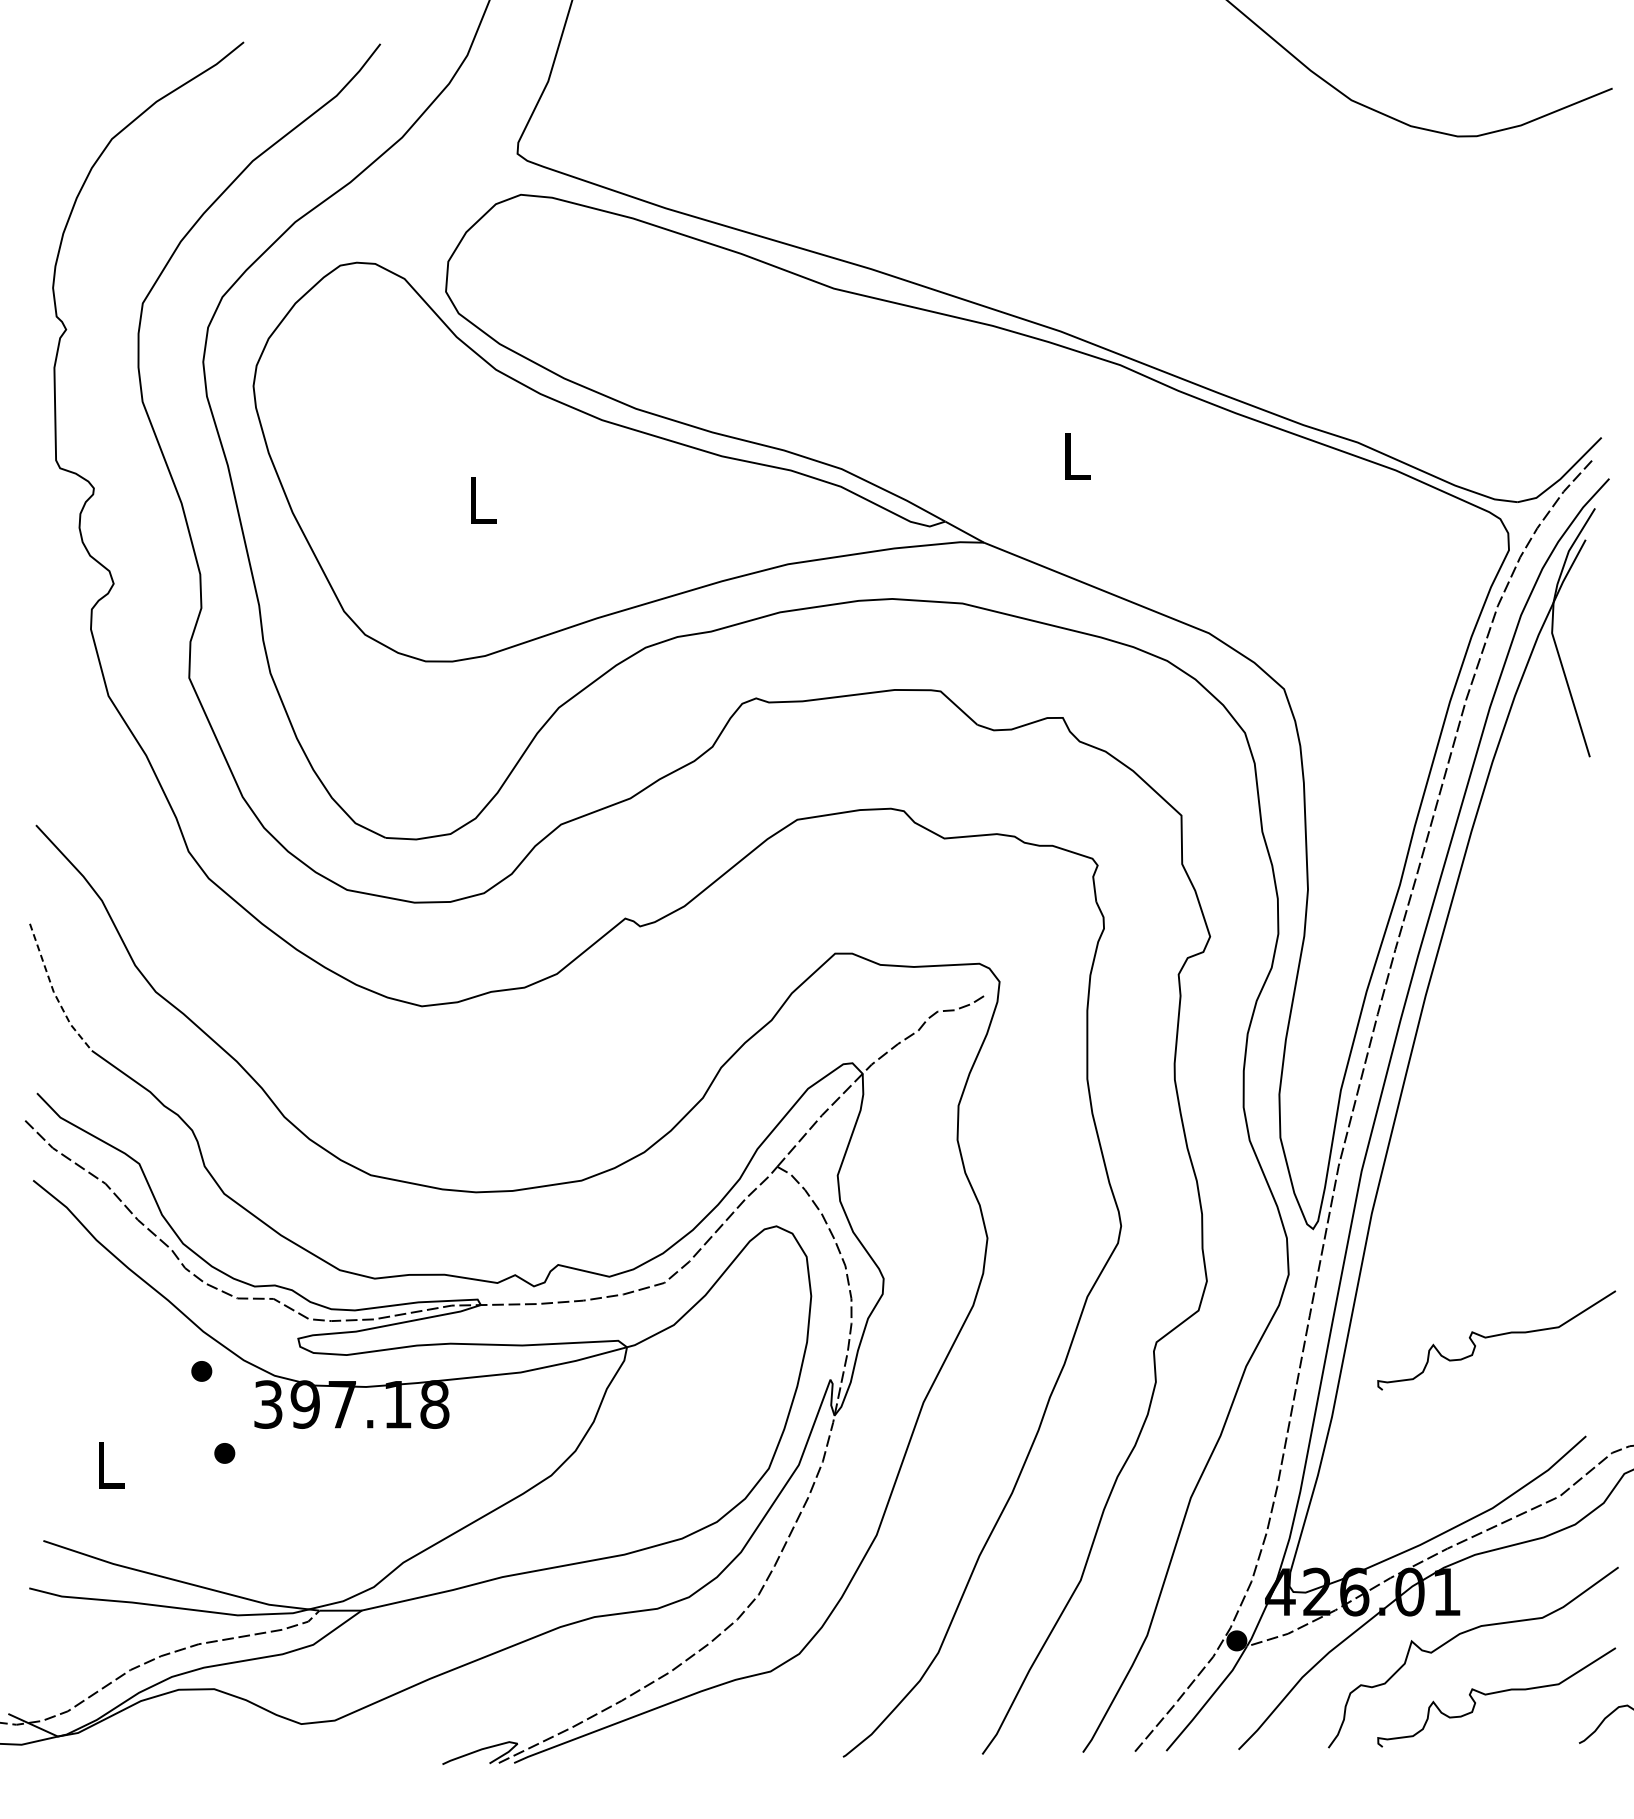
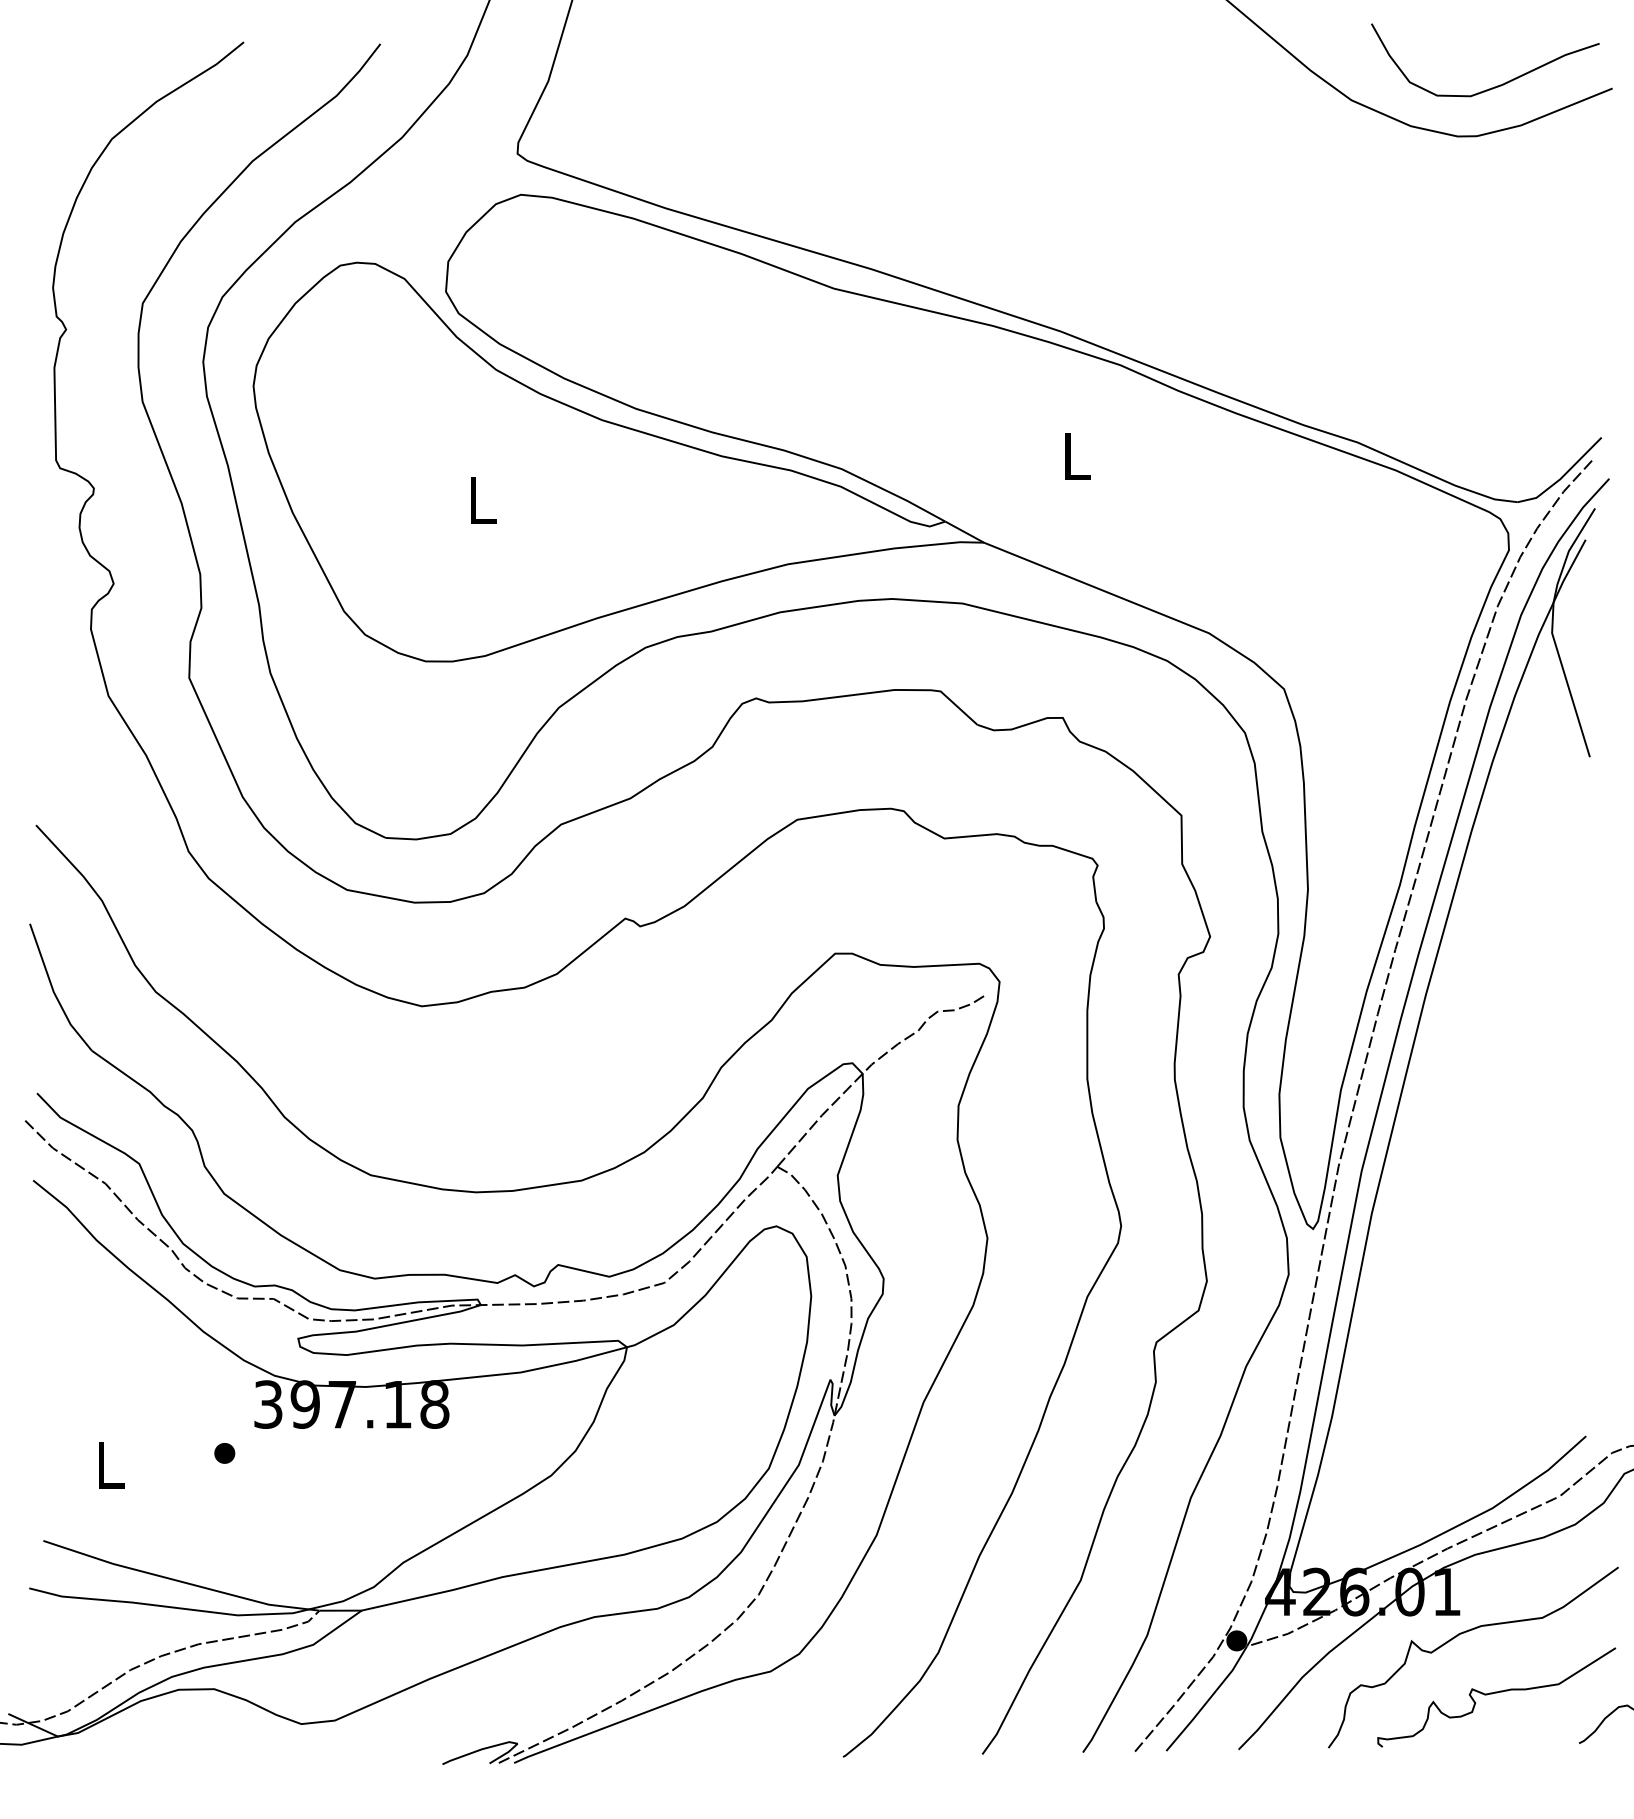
curve at (1494, 86): none -> present
line at (53, 992): dashed -> solid
curve at (1496, 1336): present -> none
part at (201, 1371): present -> none
